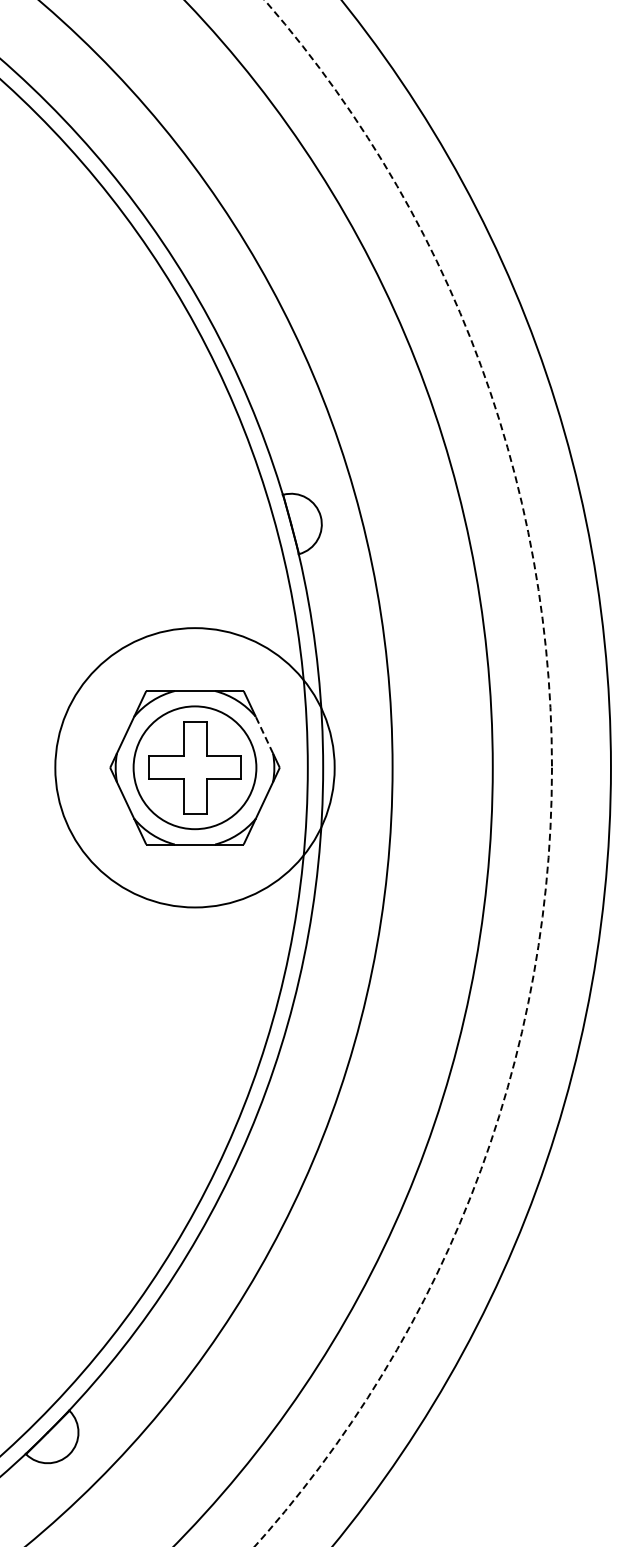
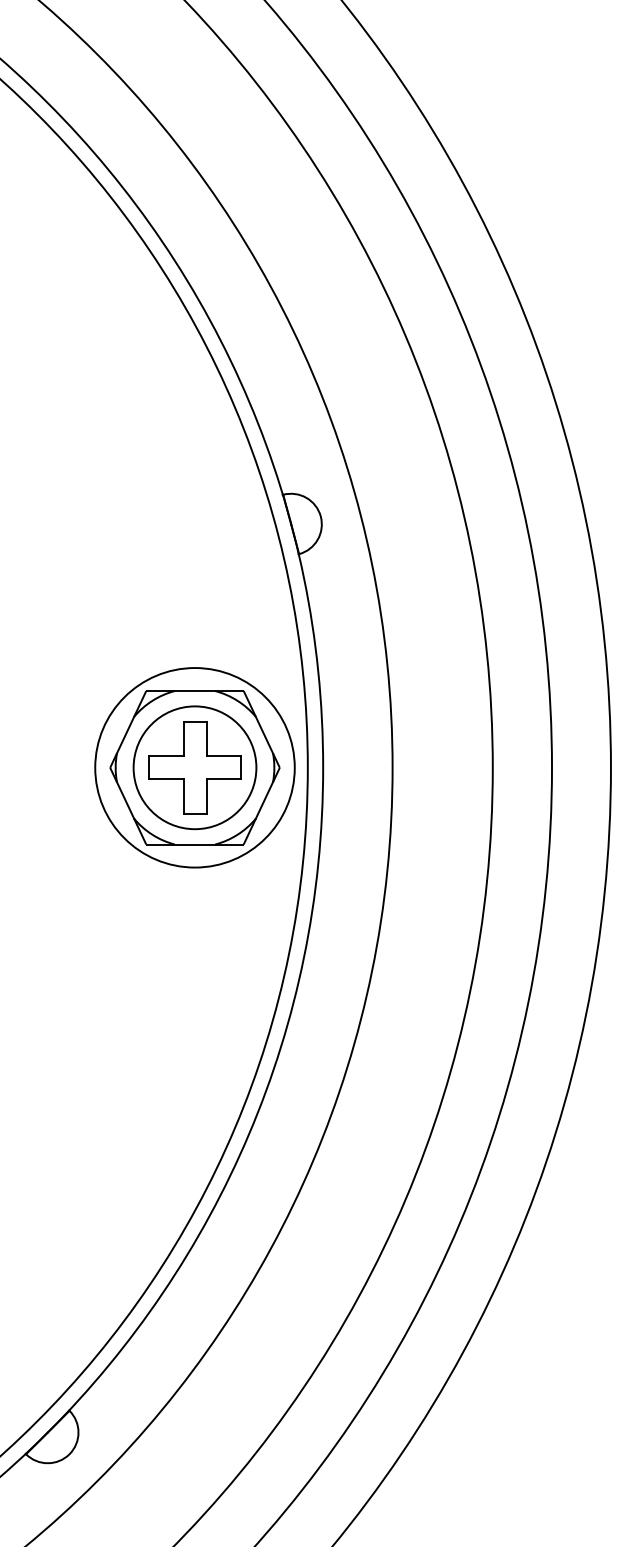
line at (264, 734): dashed -> solid
circle at (194, 767) diameter: 279 px -> 200 px
circle at (403, 773): dashed -> solid
